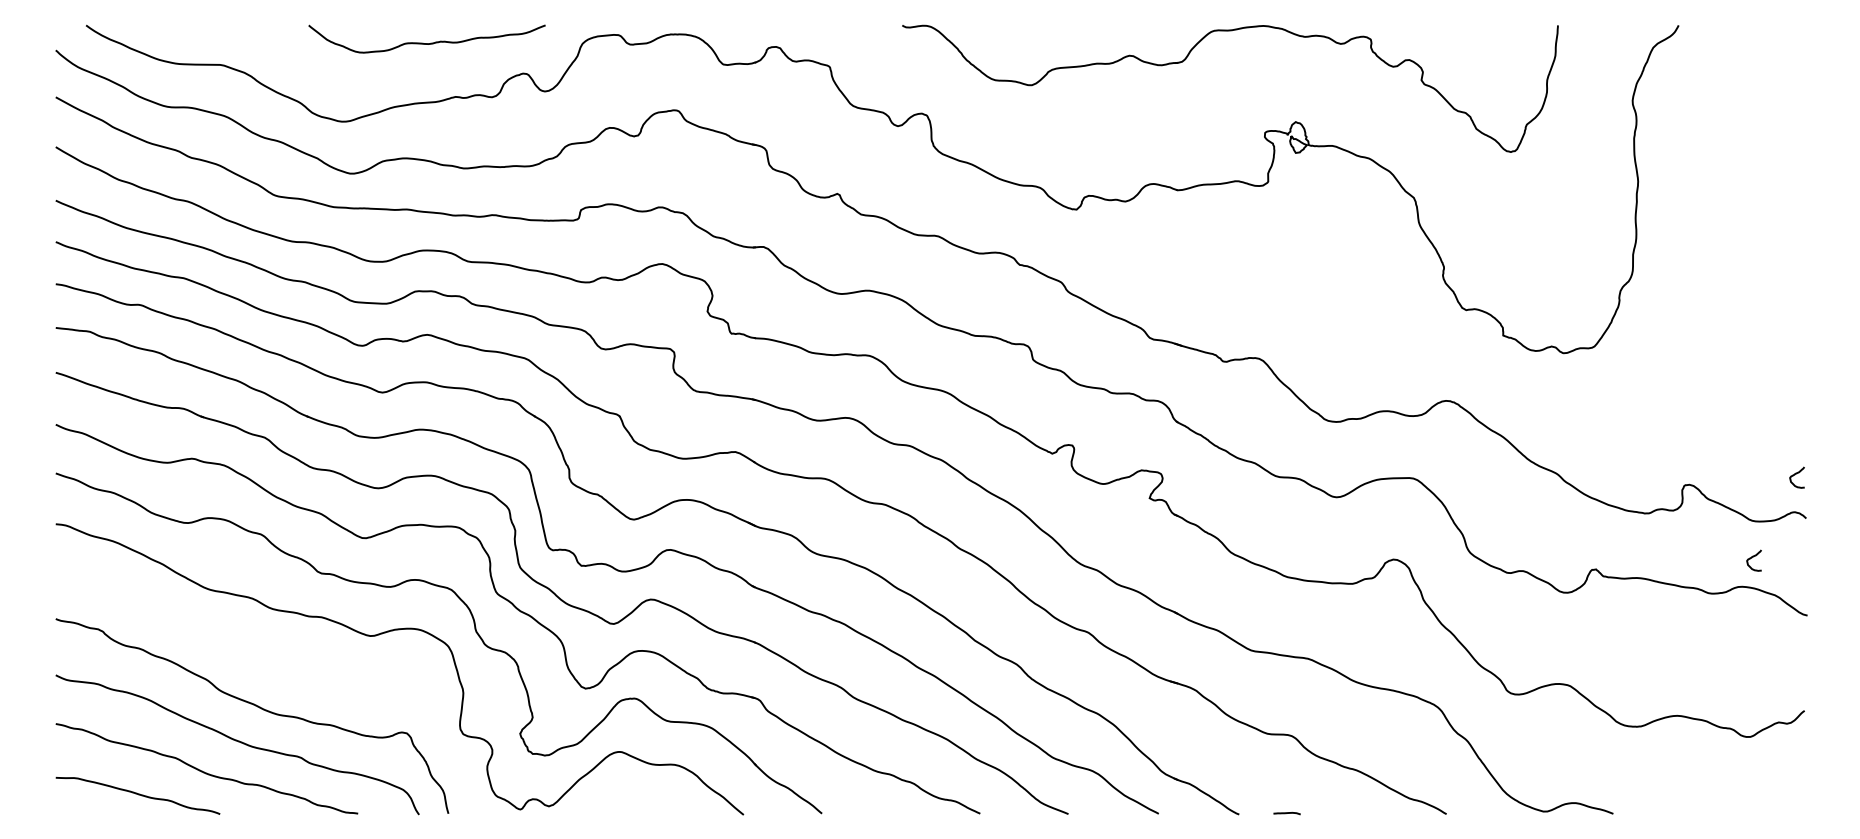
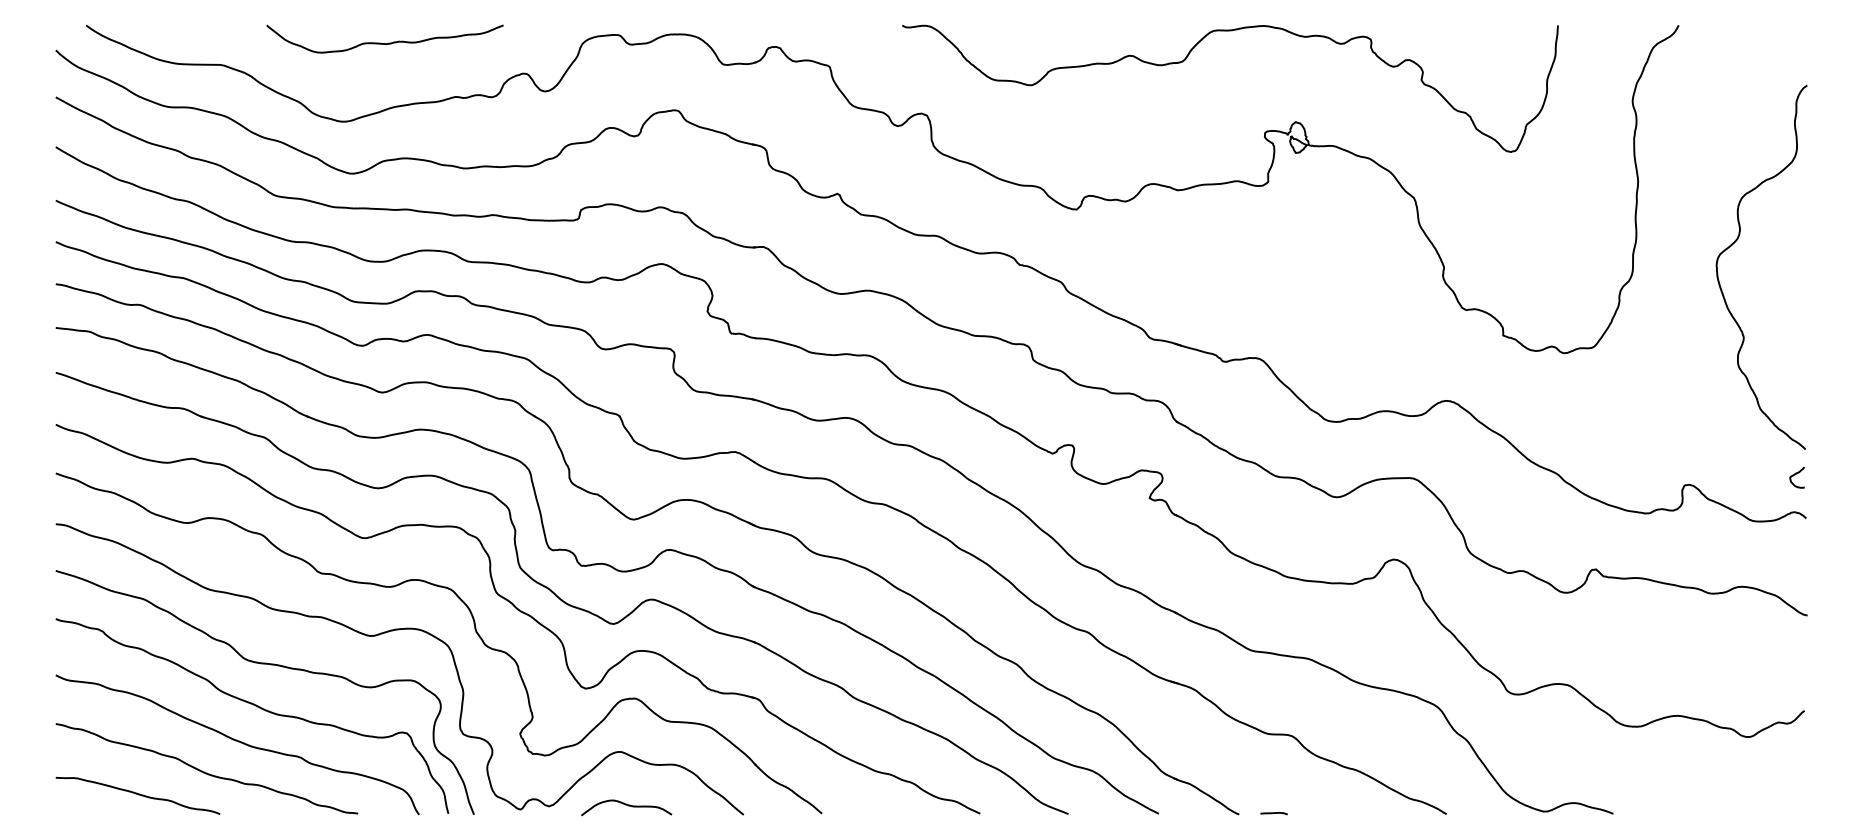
curve at (423, 42) position: (423, 42) -> (381, 42)
curve at (1736, 241): none -> present
curve at (1752, 558): present -> none
curve at (270, 665): none -> present
curve at (626, 805): none -> present
line at (1286, 813) position: (1286, 813) -> (1273, 813)
